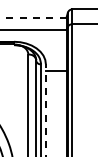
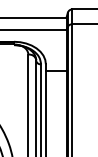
line at (33, 17): dashed -> solid
line at (45, 110): dashed -> solid
